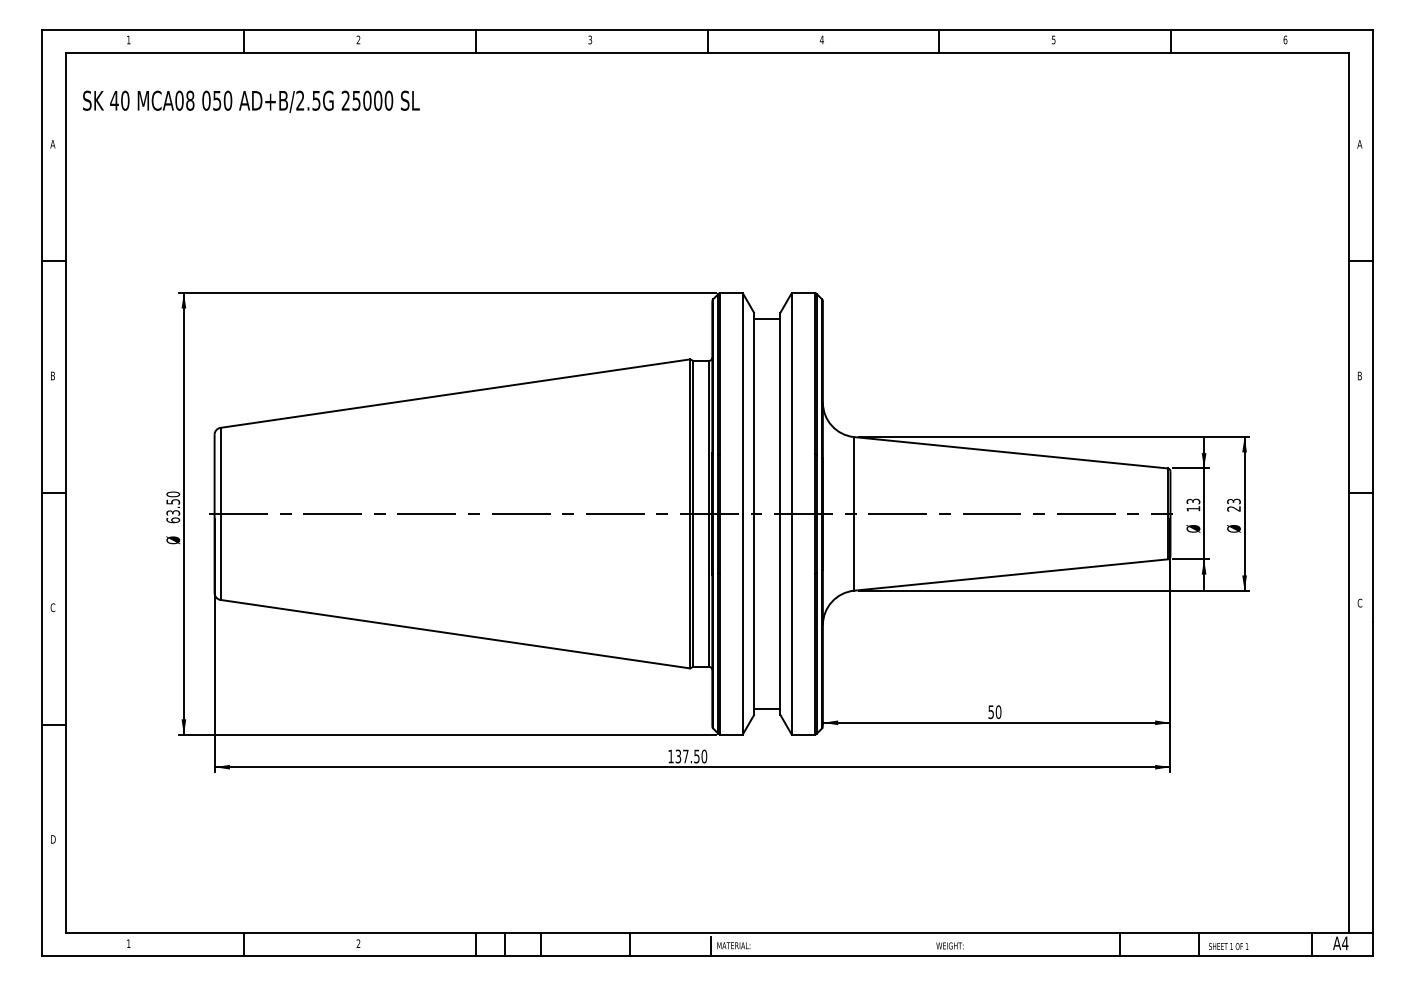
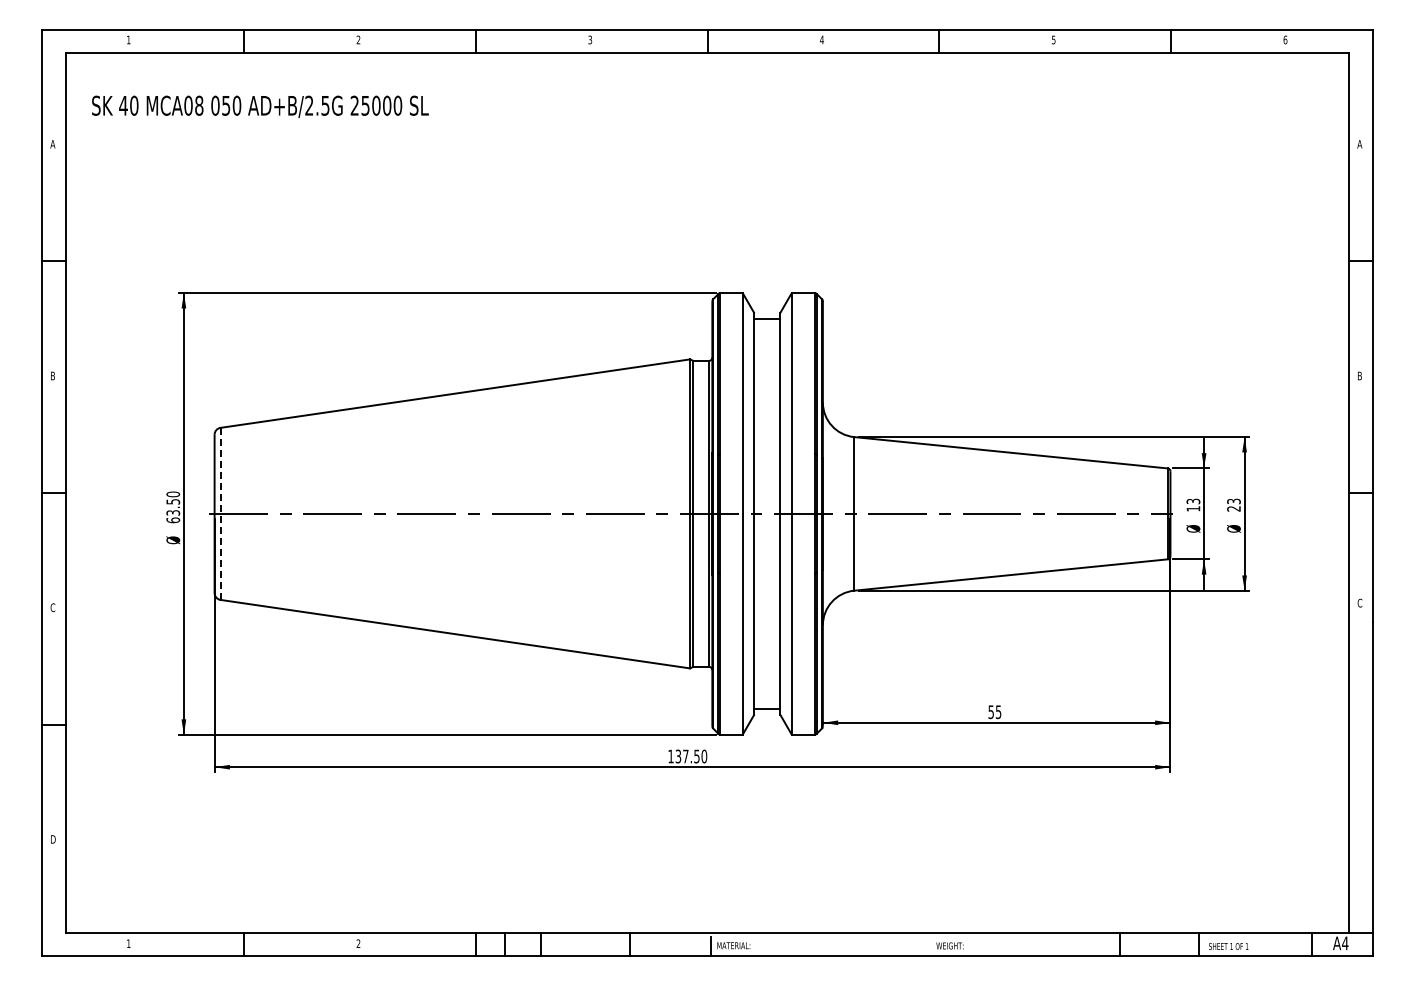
text at (251, 101) position: (251, 101) -> (260, 106)
line at (220, 514): solid -> dashed
text at (998, 712): 50 -> 55
